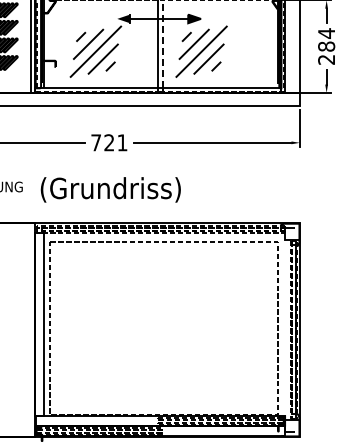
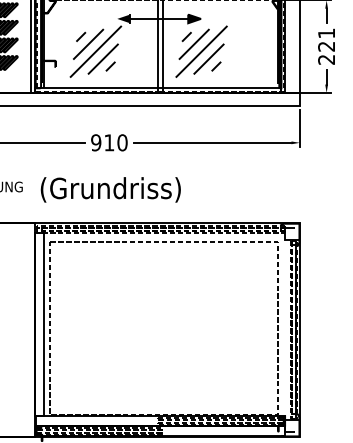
text at (326, 39): 284 -> 221
line at (162, 44): dashed -> solid
text at (109, 142): 721 -> 910
